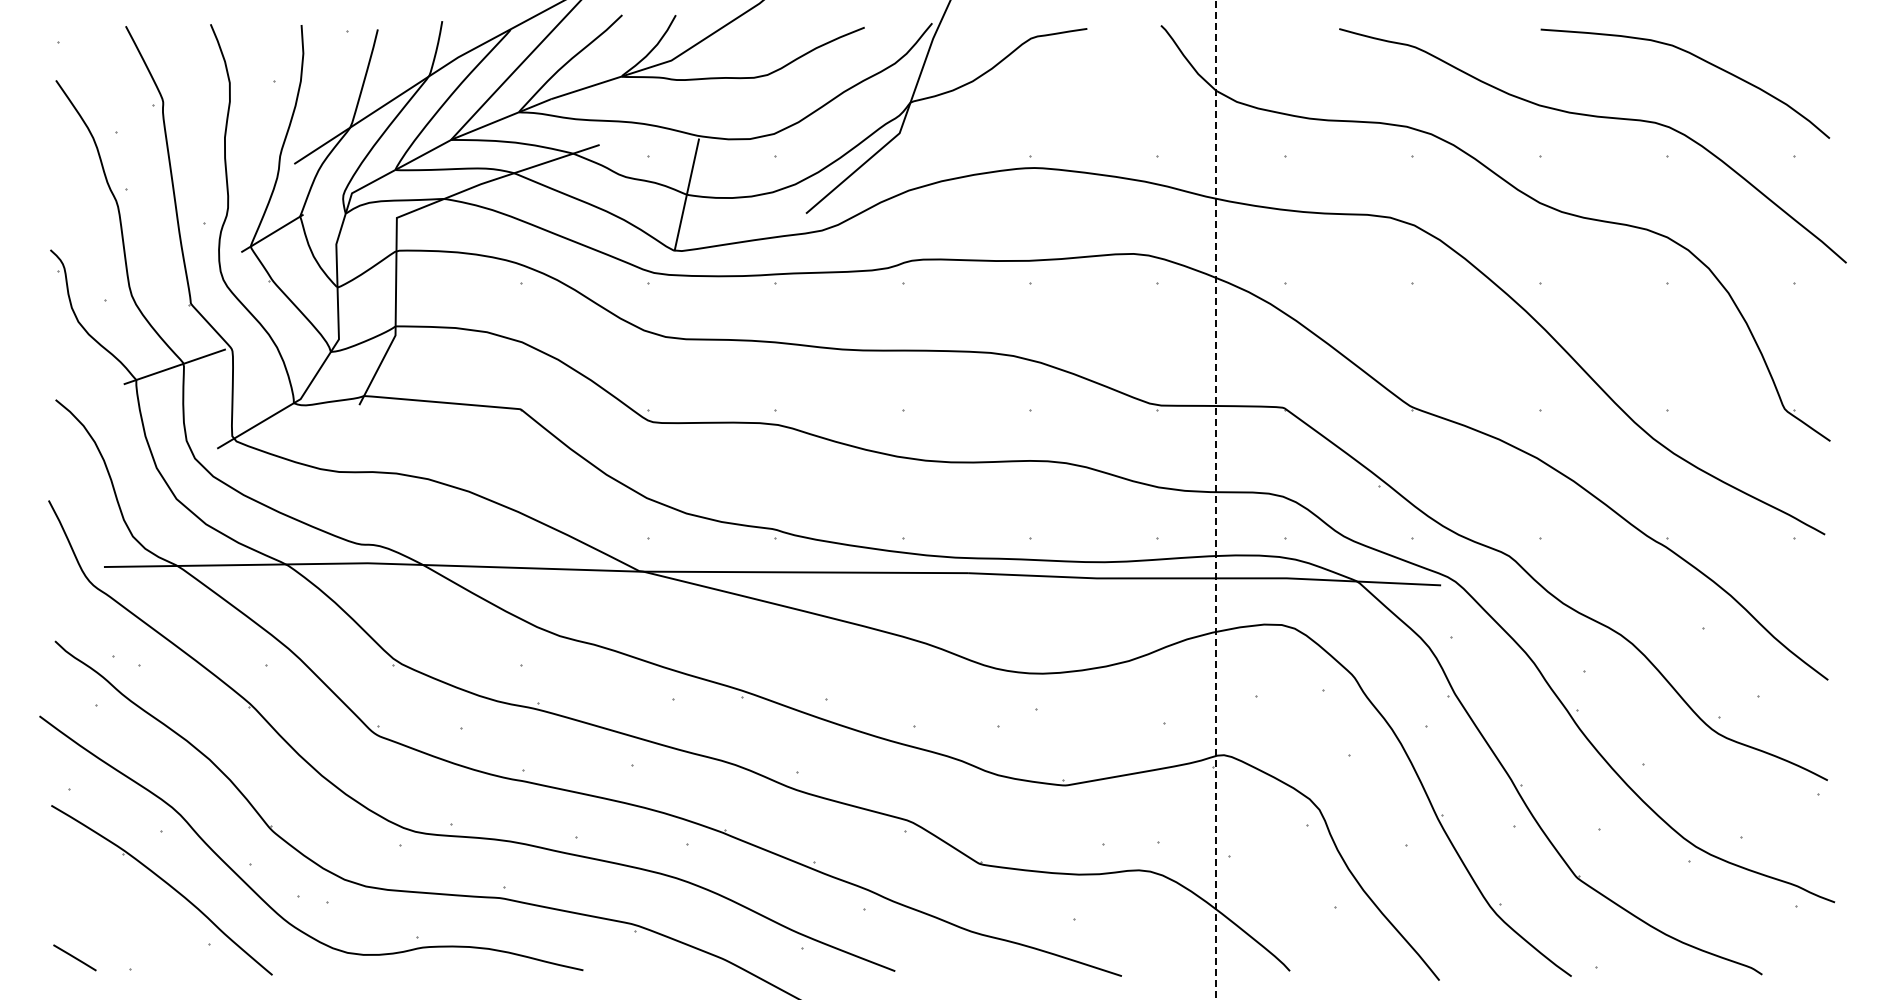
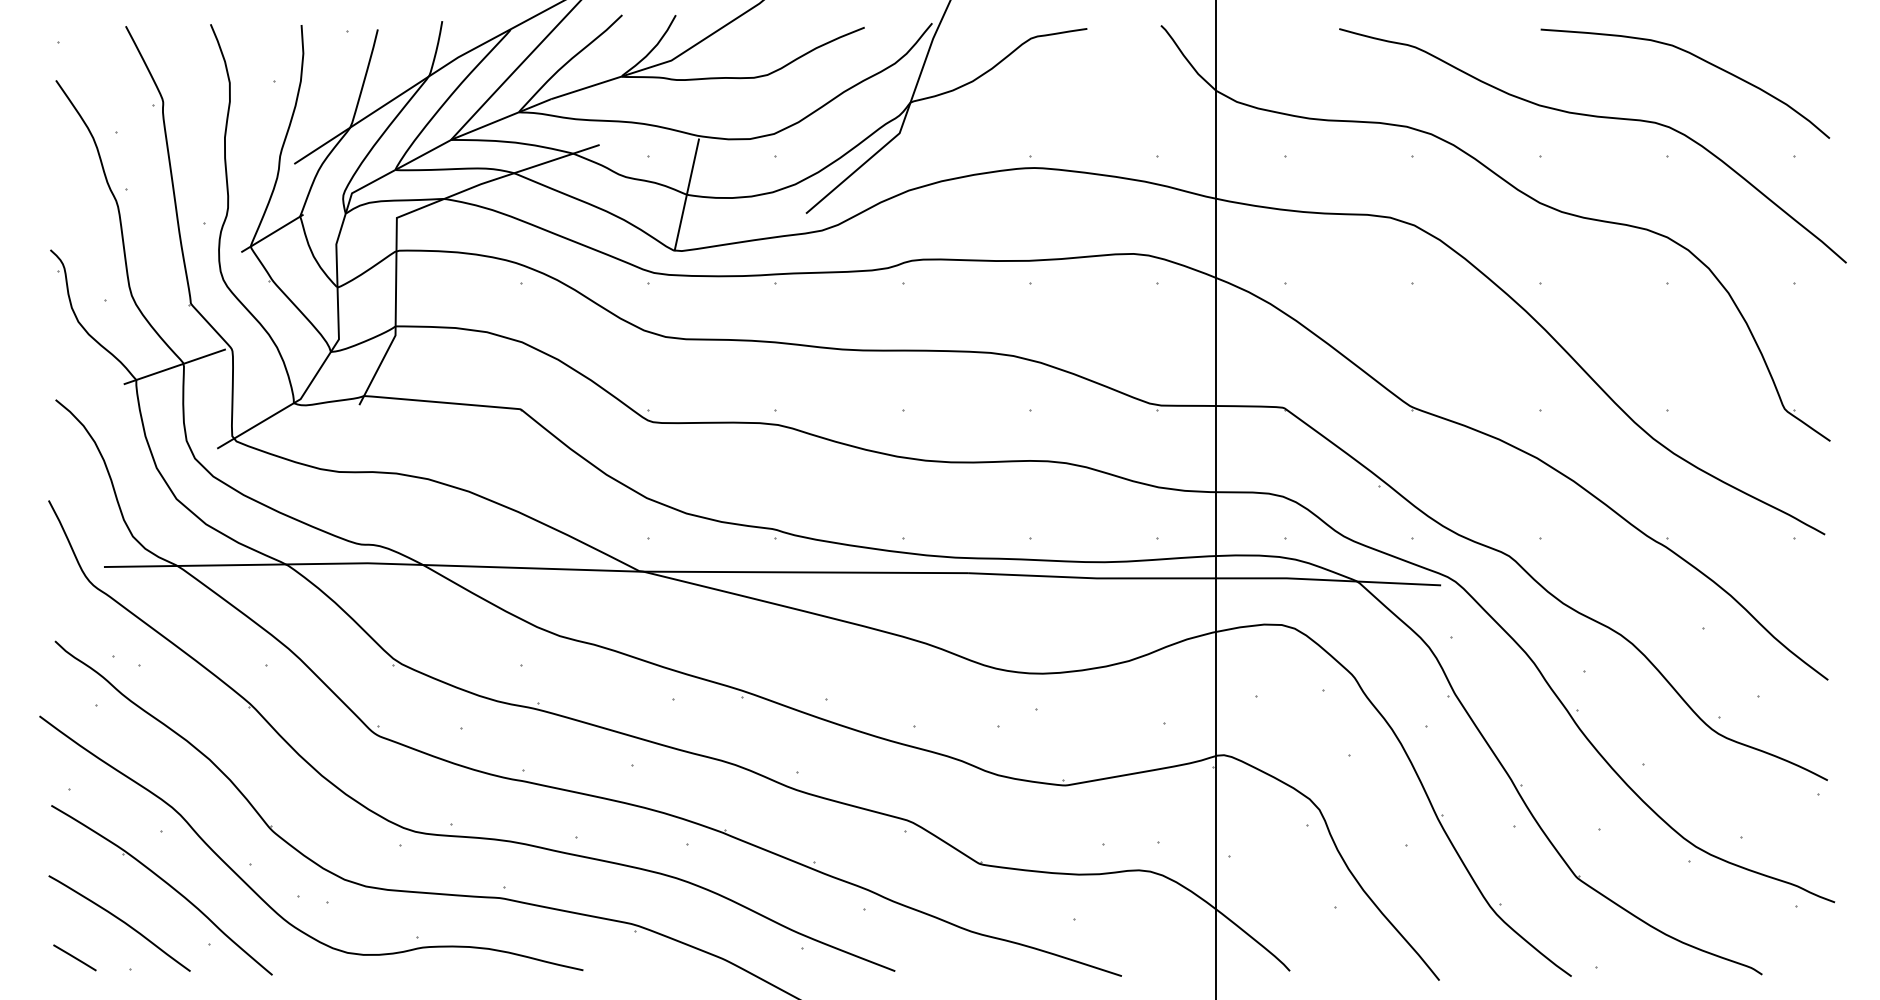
line at (1215, 500): dashed -> solid
curve at (121, 921): none -> present
